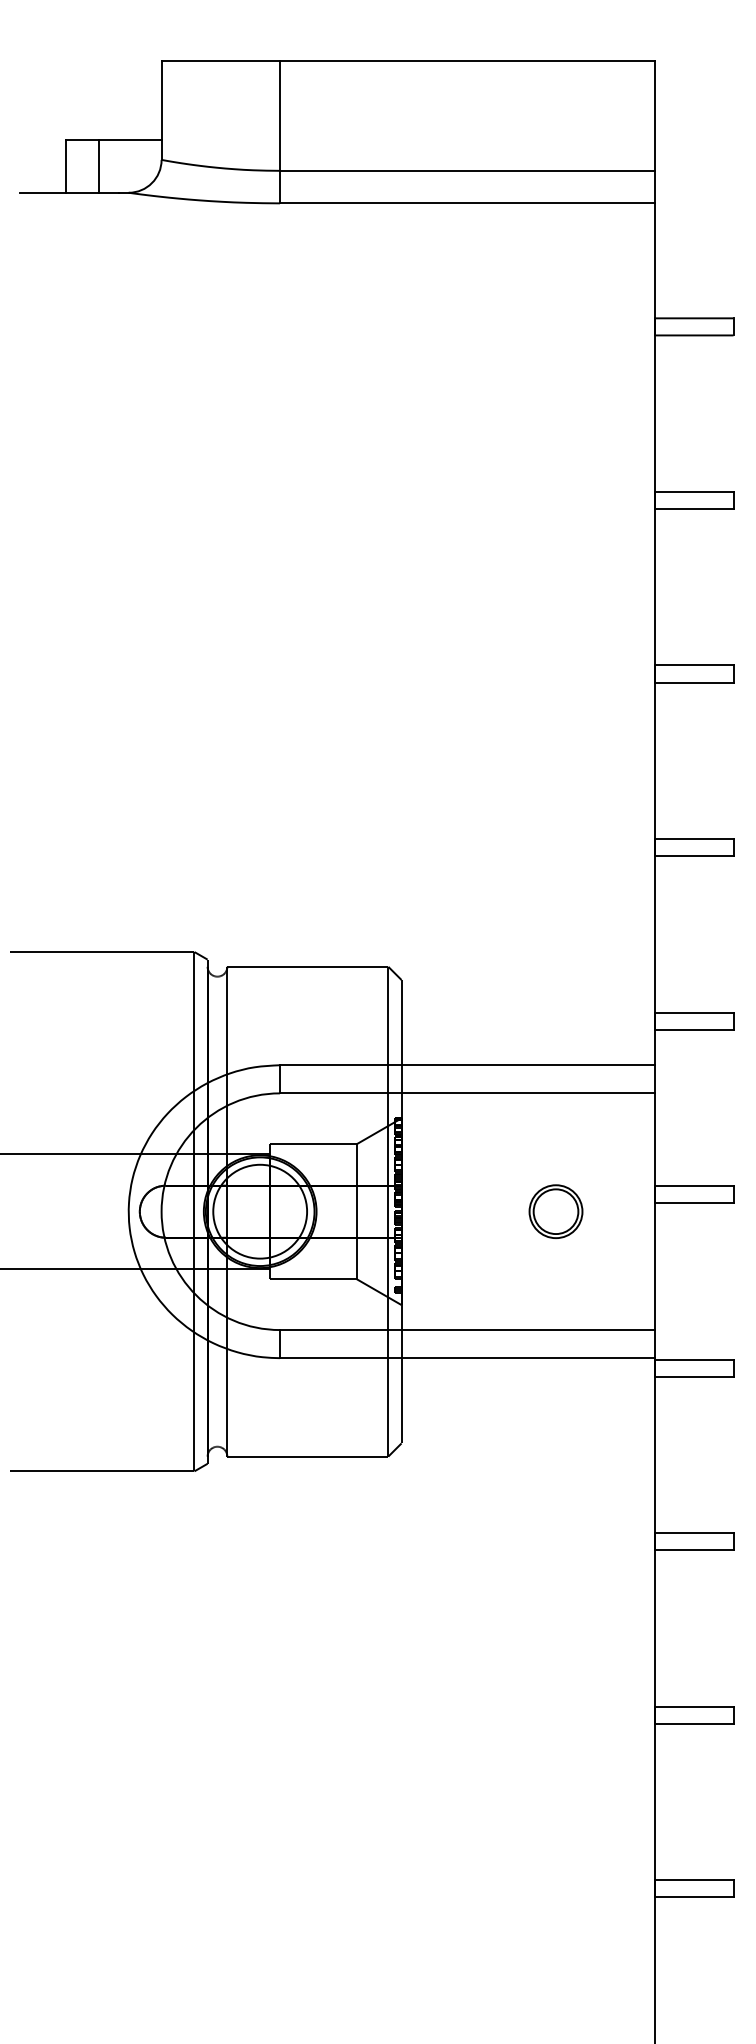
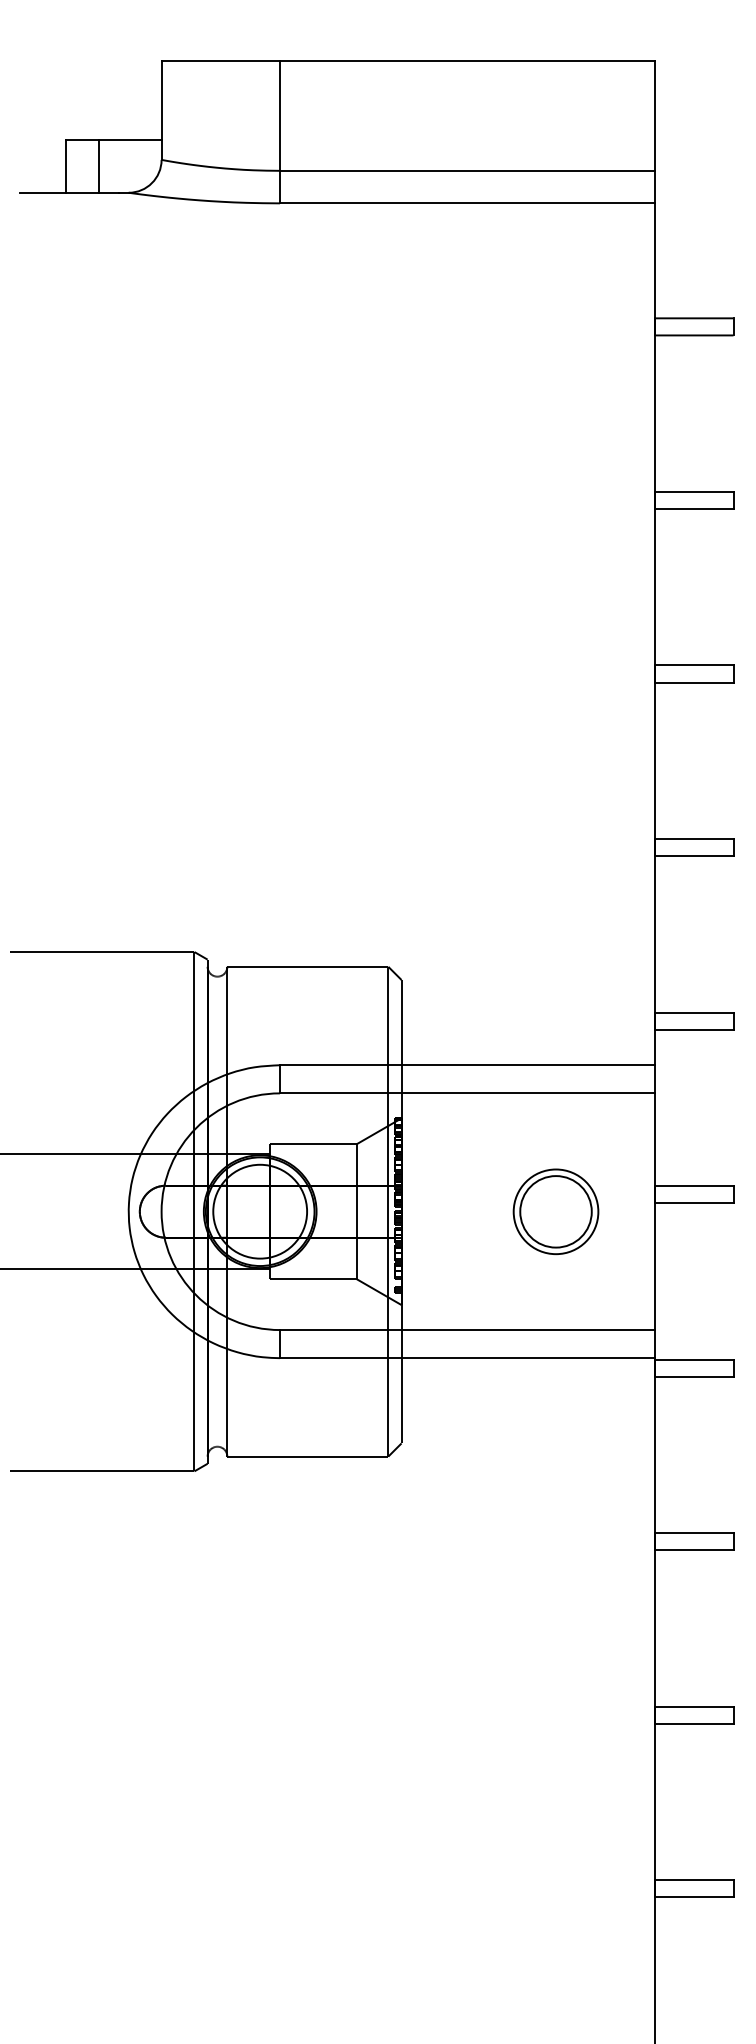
part at (555, 1211) size: 56x55 px -> 88x88 px
